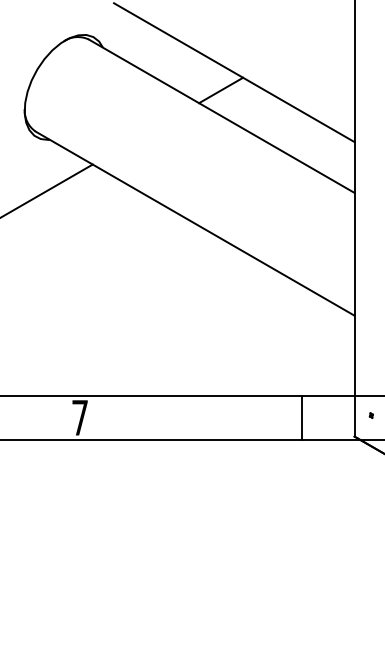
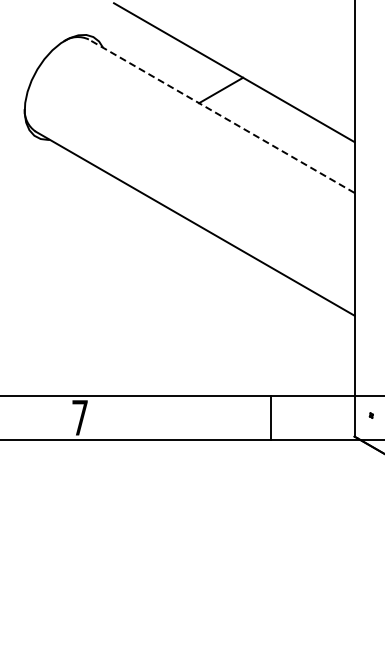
line at (221, 115): solid -> dashed
line at (47, 190): present -> none
line at (302, 417) position: (302, 417) -> (271, 417)
